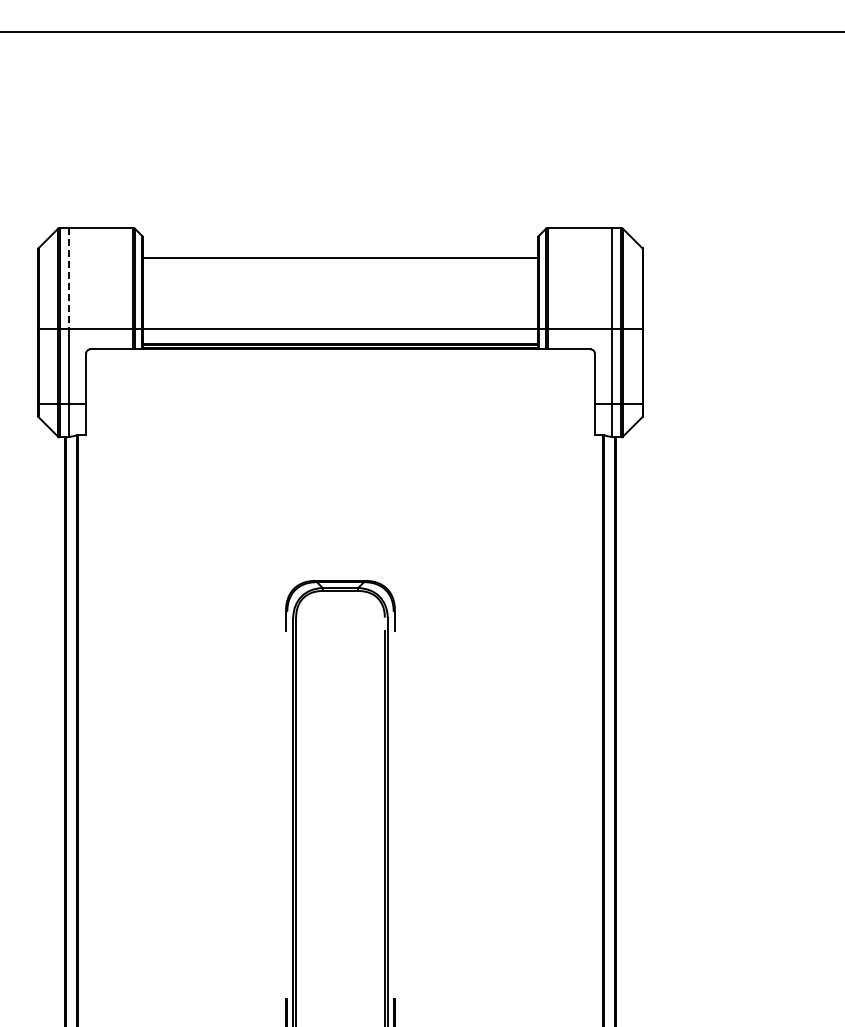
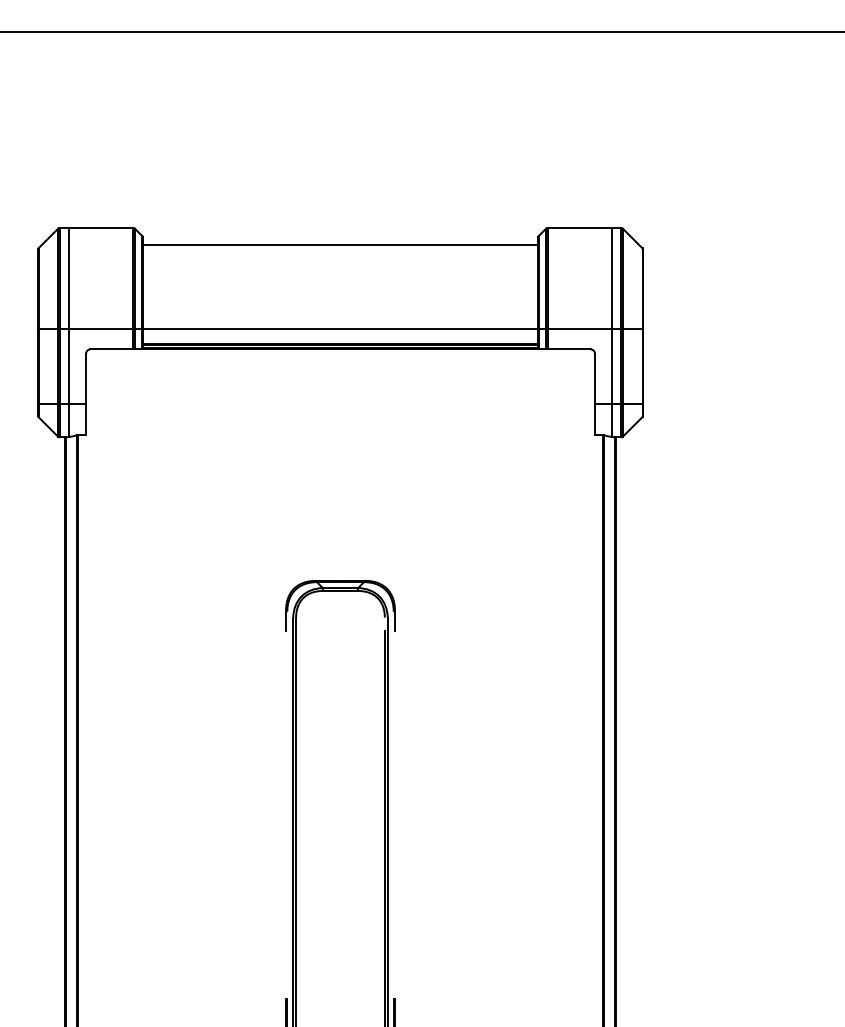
line at (340, 257) position: (340, 257) -> (340, 244)
line at (69, 278): dashed -> solid
